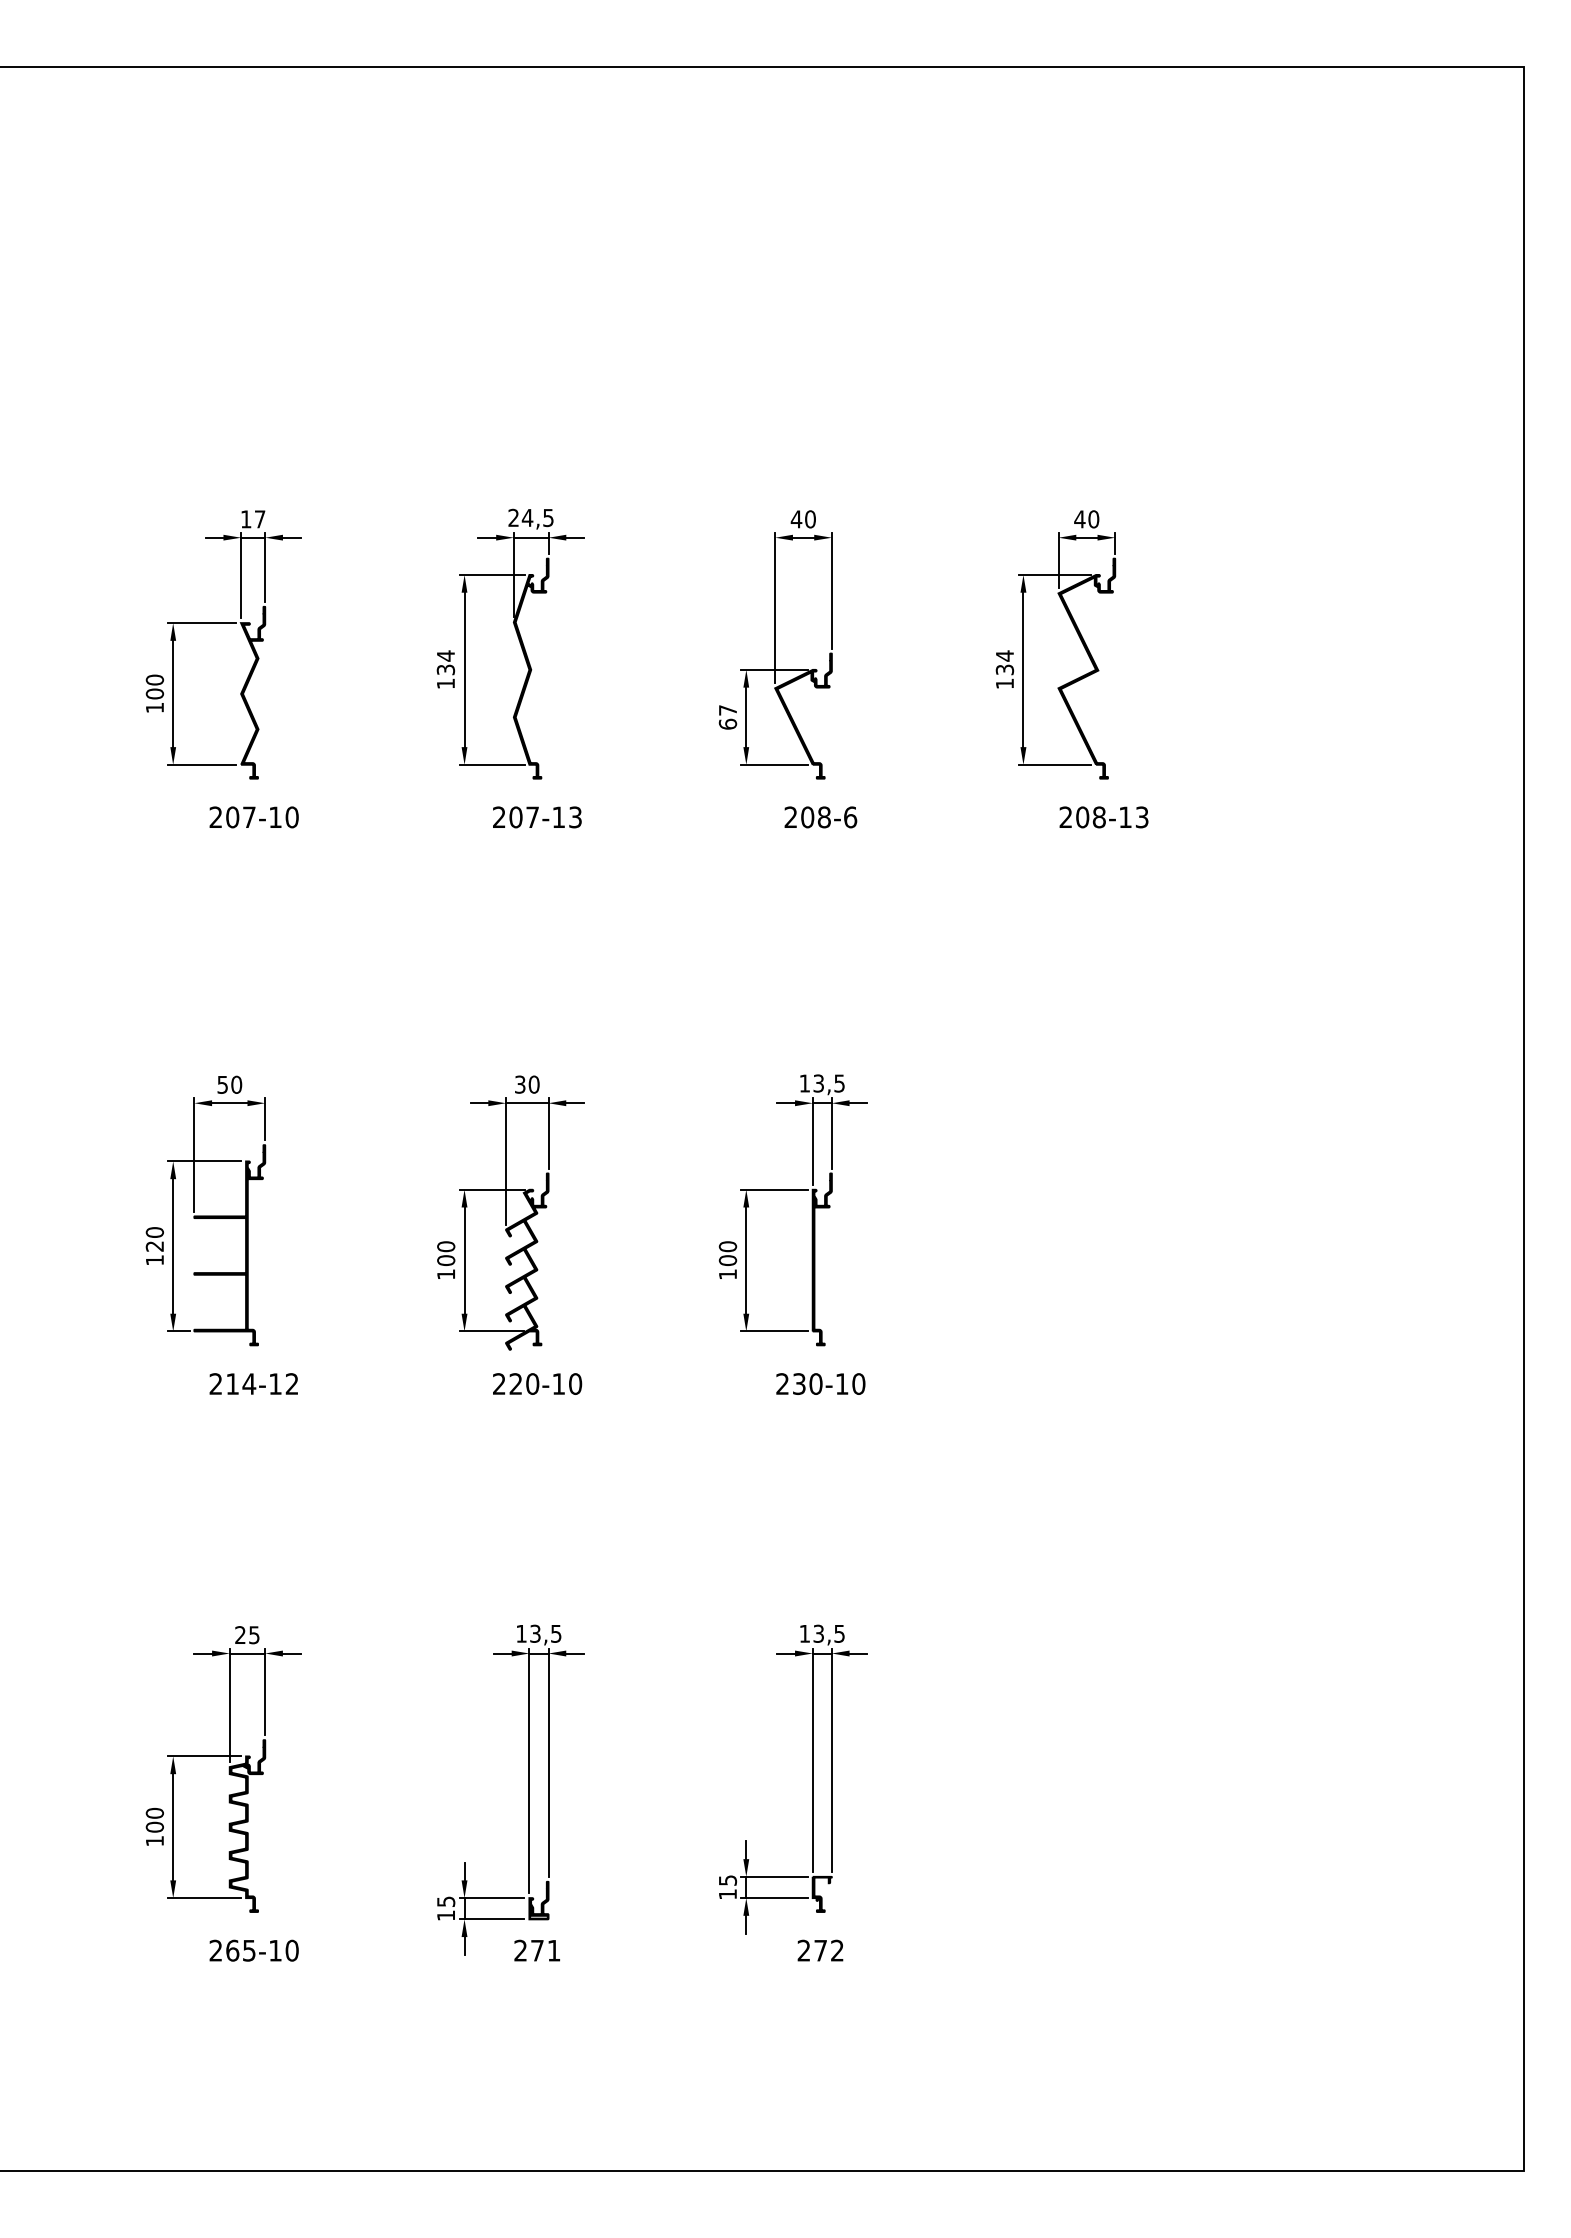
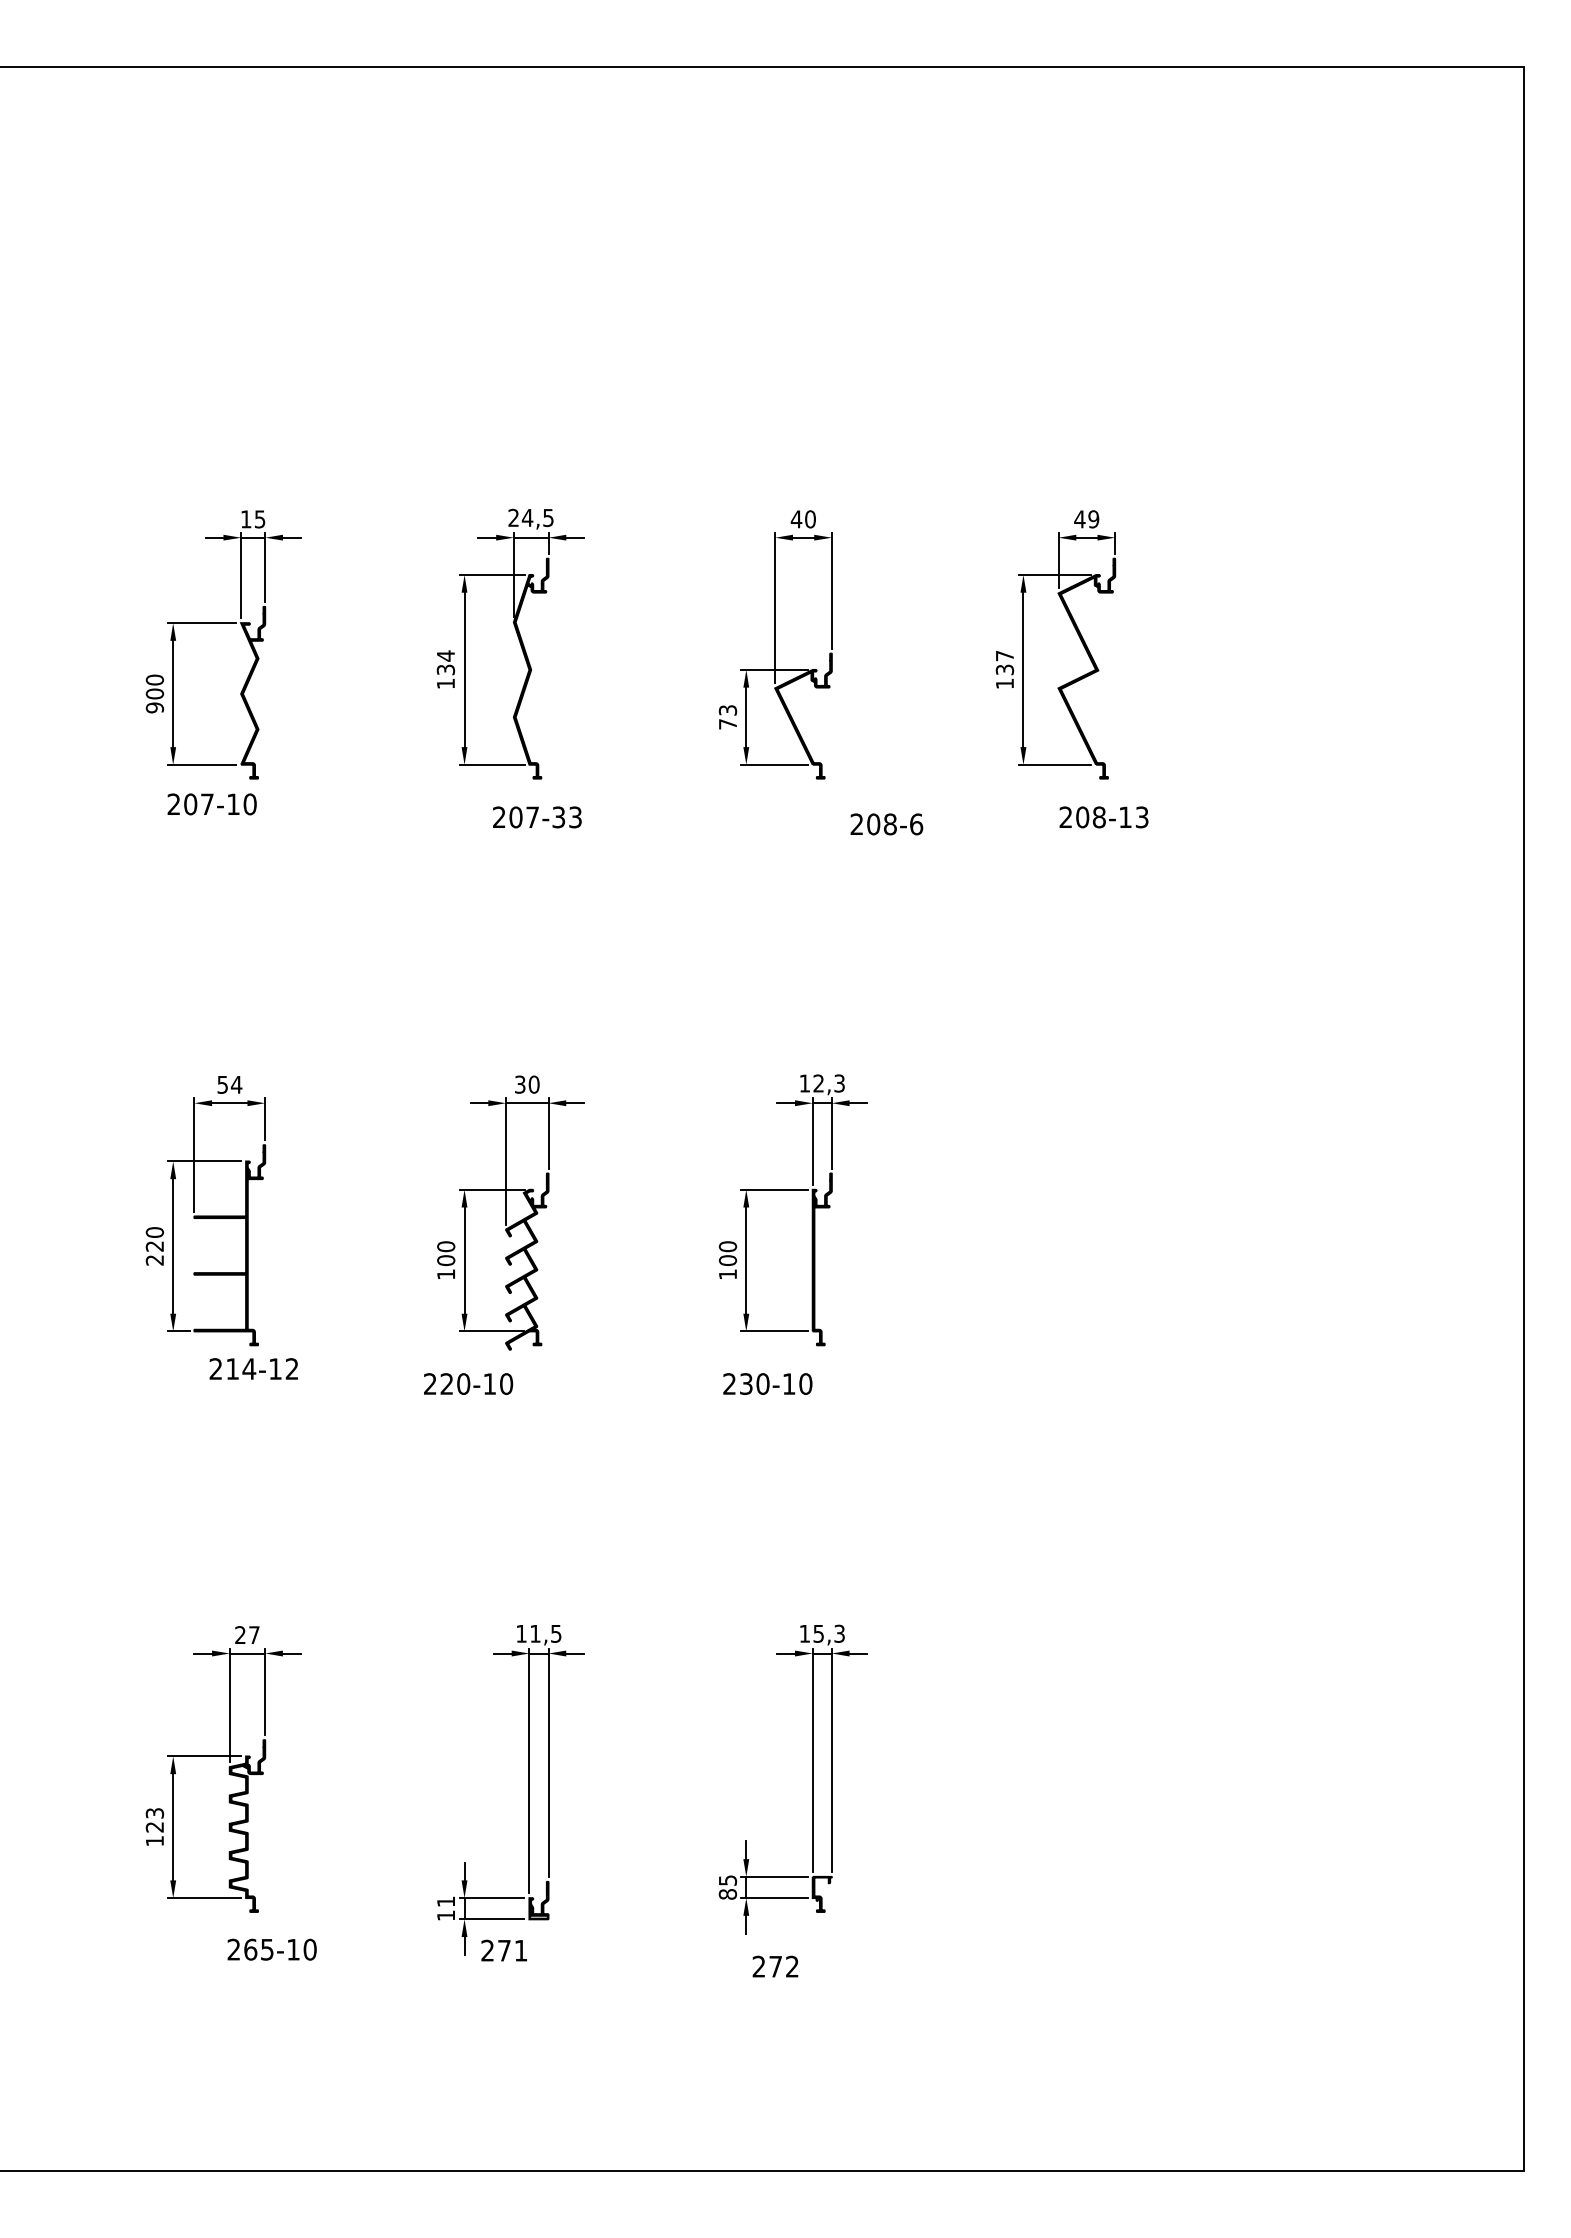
text at (260, 519): 17 -> 15
text at (1093, 519): 40 -> 49
text at (1004, 655): 134 -> 137
text at (154, 707): 100 -> 900
text at (727, 717): 67 -> 73
text at (253, 817) position: (253, 817) -> (211, 804)
text at (558, 817): 207-13 -> 207-33
text at (820, 817) position: (820, 817) -> (886, 824)
text at (828, 1083): 13,5 -> 12,3
text at (236, 1084): 50 -> 54
text at (154, 1260): 120 -> 220
text at (253, 1383) position: (253, 1383) -> (253, 1368)
text at (537, 1383) position: (537, 1383) -> (468, 1383)
text at (820, 1383) position: (820, 1383) -> (767, 1383)
text at (535, 1633): 13,5 -> 11,5
text at (829, 1633): 13,5 -> 15,3
text at (254, 1635): 25 -> 27
text at (154, 1819): 100 -> 123
text at (727, 1894): 15 -> 85
text at (446, 1901): 15 -> 11
text at (253, 1950) position: (253, 1950) -> (271, 1949)
text at (536, 1950) position: (536, 1950) -> (503, 1950)
text at (820, 1950) position: (820, 1950) -> (775, 1966)
